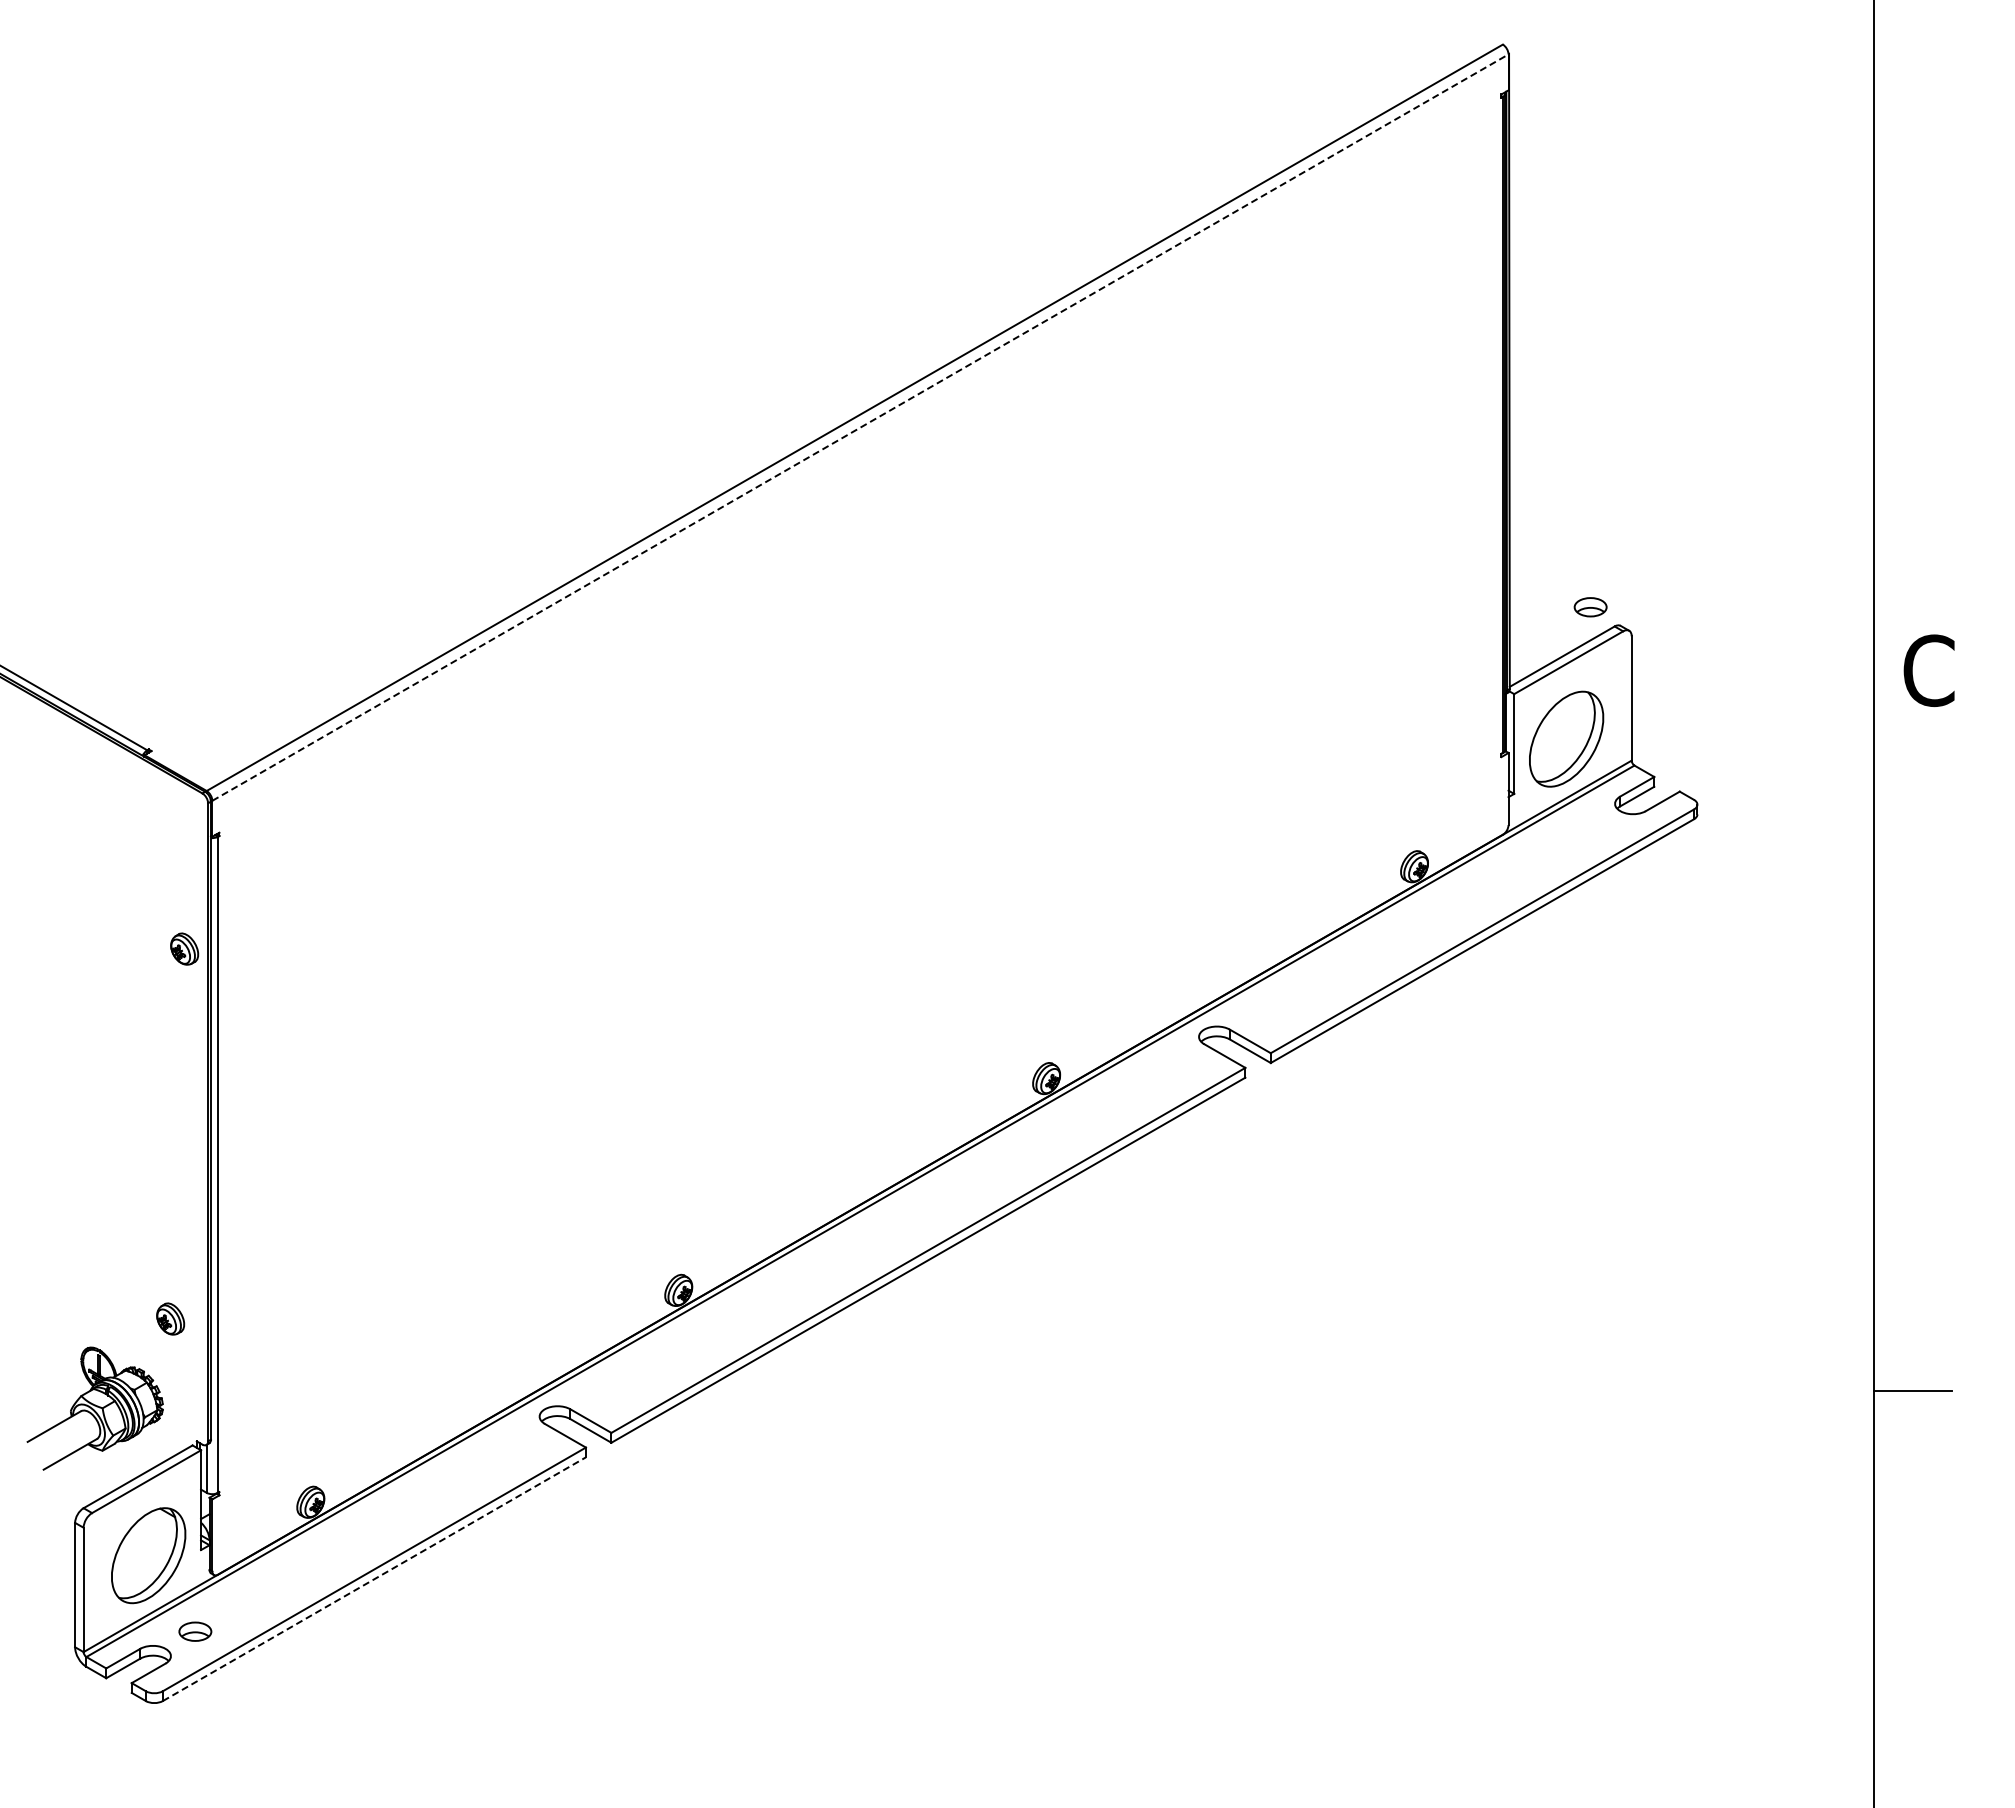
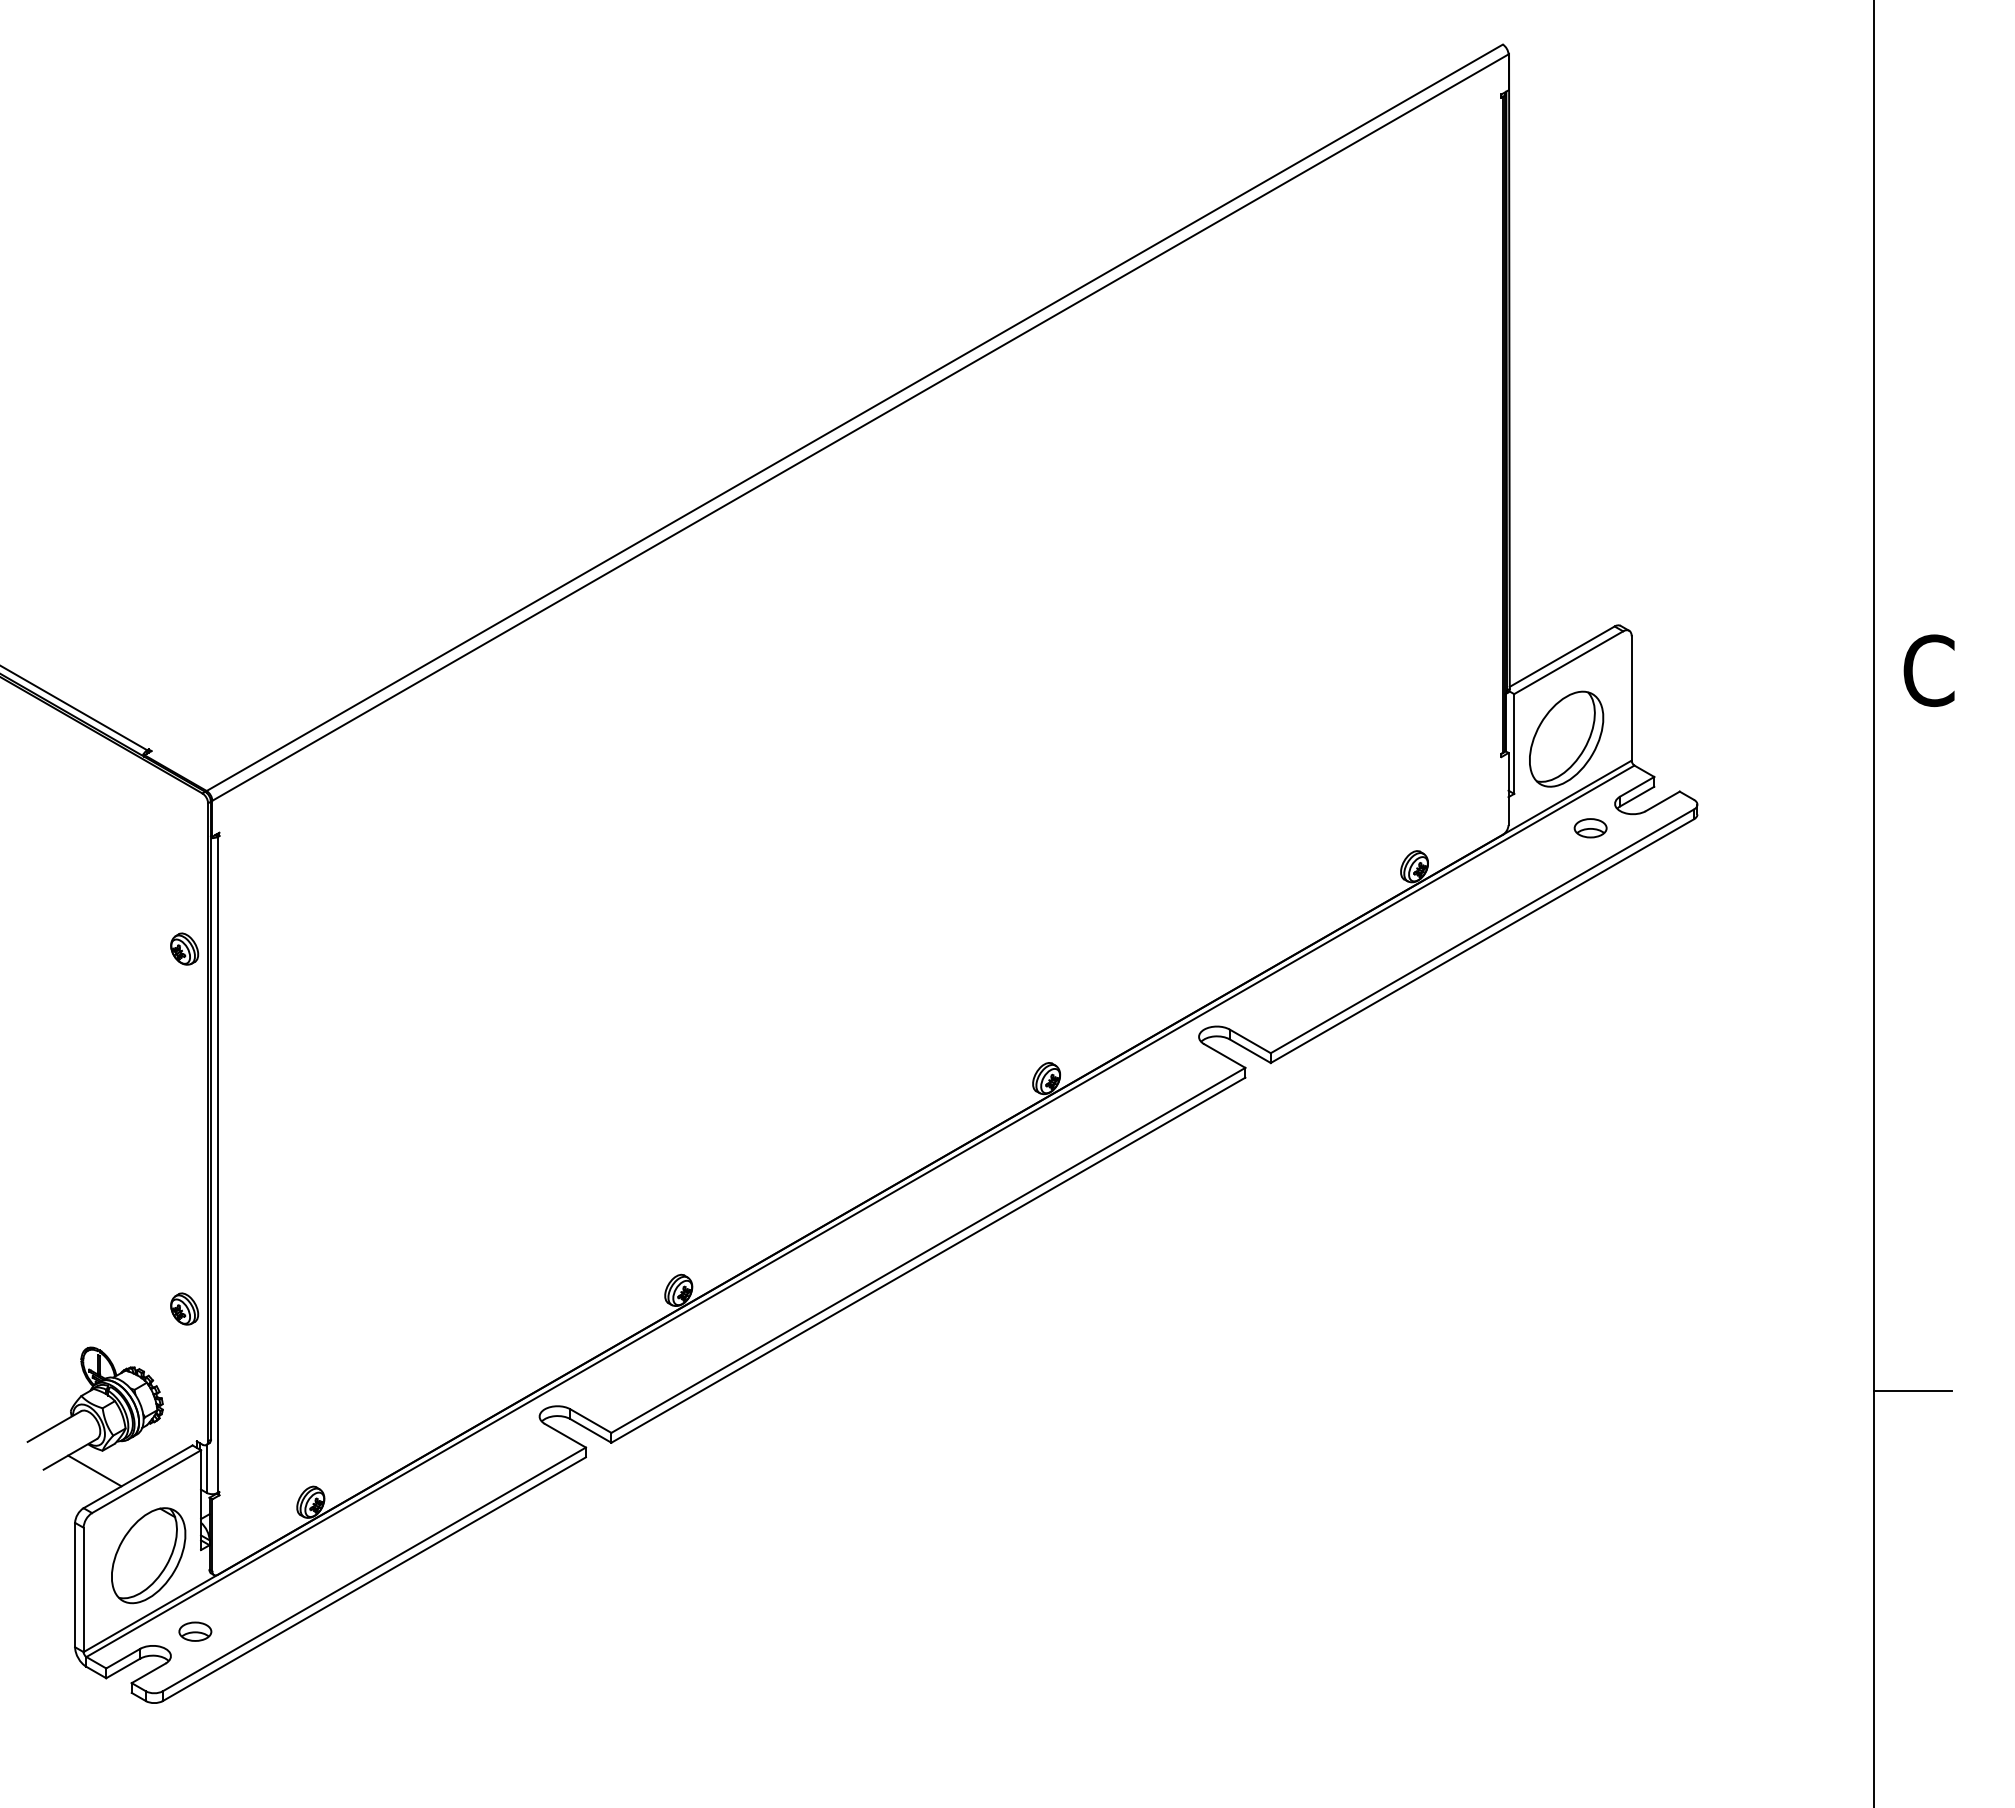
line at (860, 427): dashed -> solid
part at (1590, 607) position: (1590, 607) -> (1590, 828)
part at (170, 1318) position: (170, 1318) -> (184, 1308)
line at (94, 1470): none -> present
line at (374, 1578): dashed -> solid
